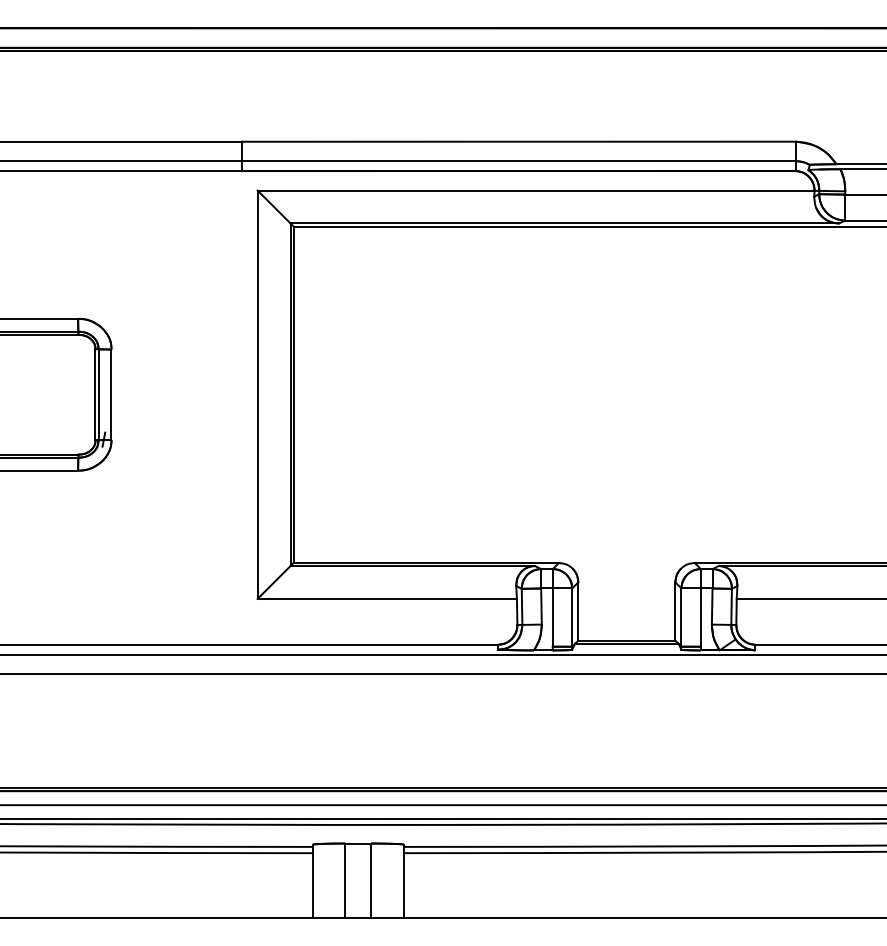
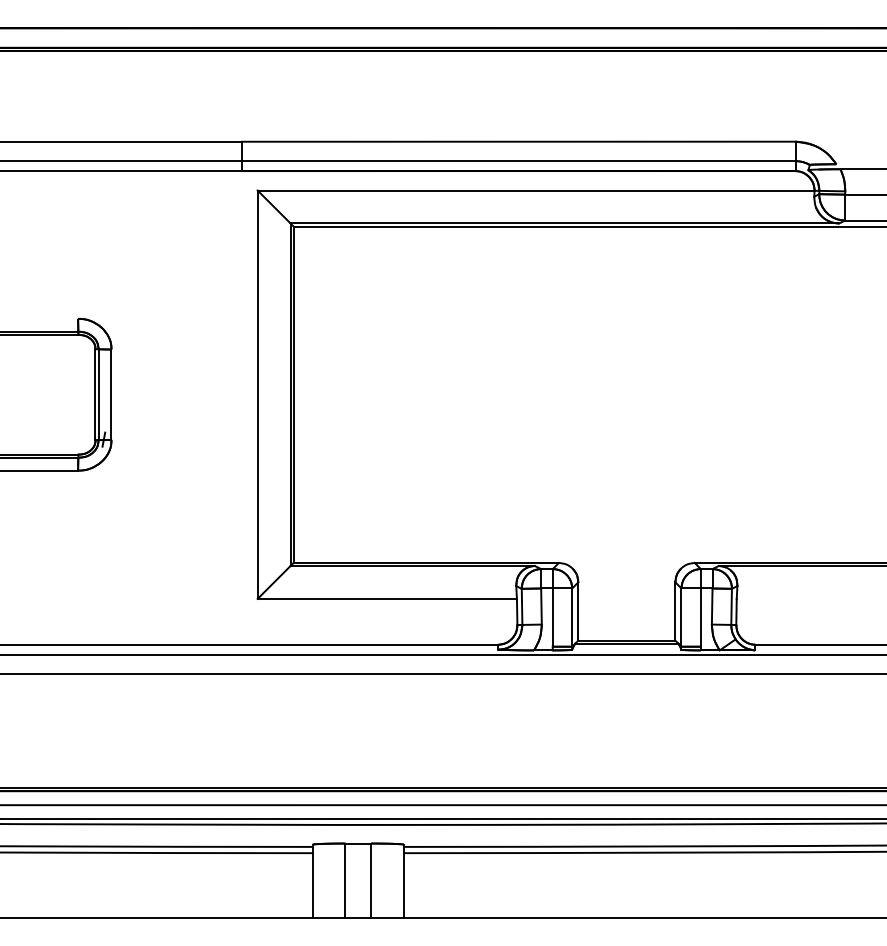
line at (859, 164): present -> none
line at (40, 318): present -> none
line at (809, 598): present -> none
